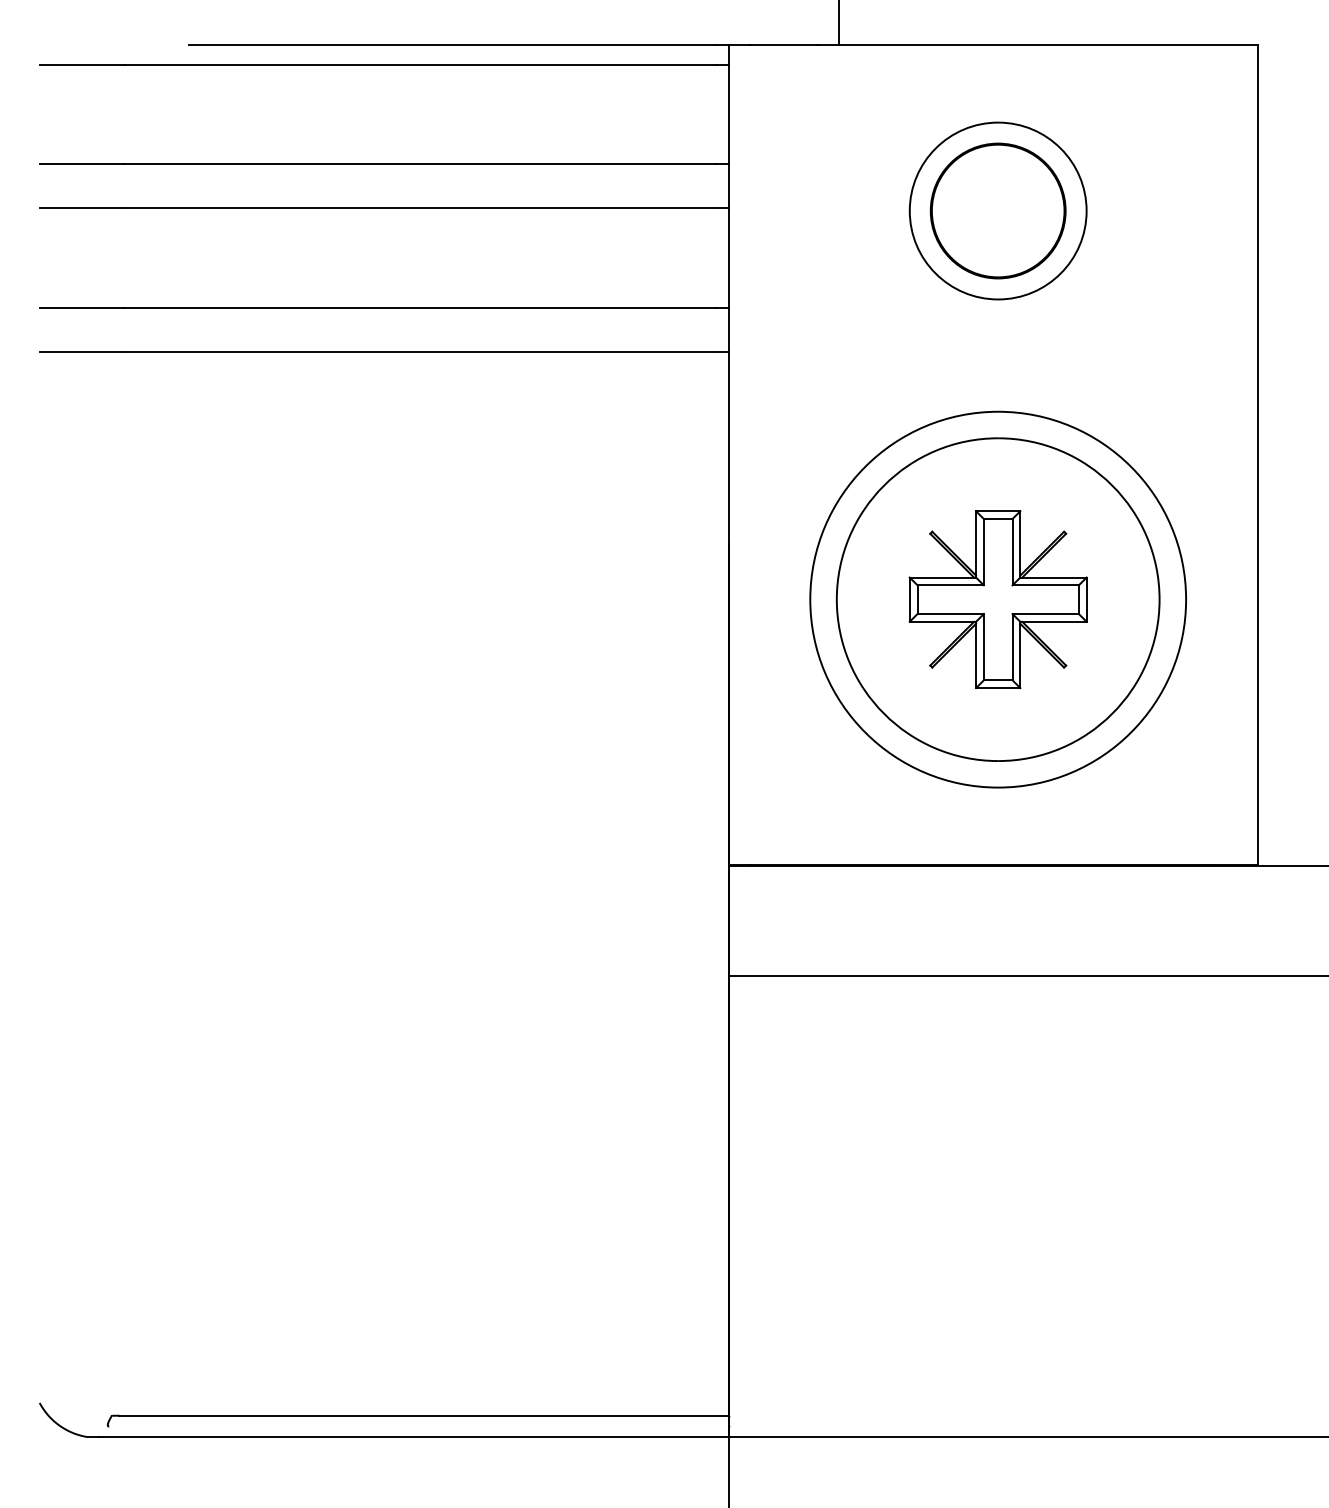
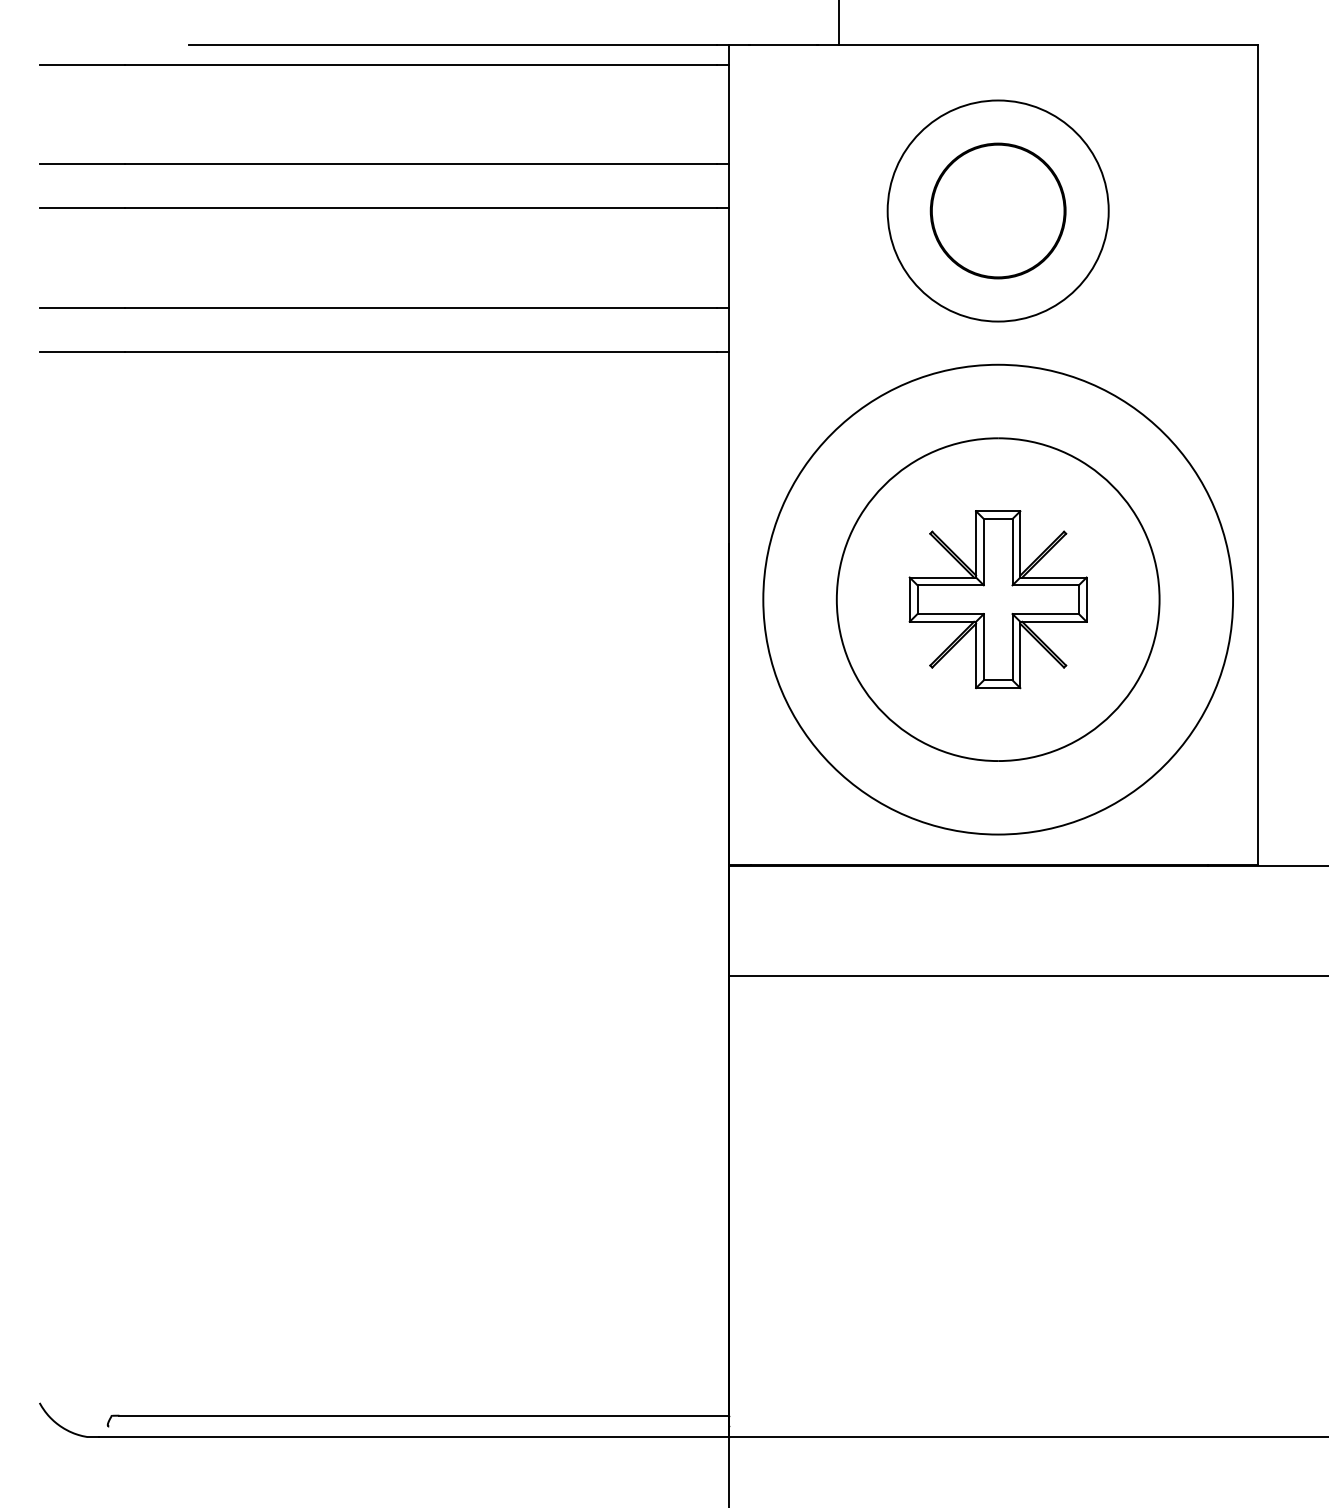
circle at (997, 210) diameter: 177 px -> 221 px
circle at (998, 599) diameter: 376 px -> 470 px
